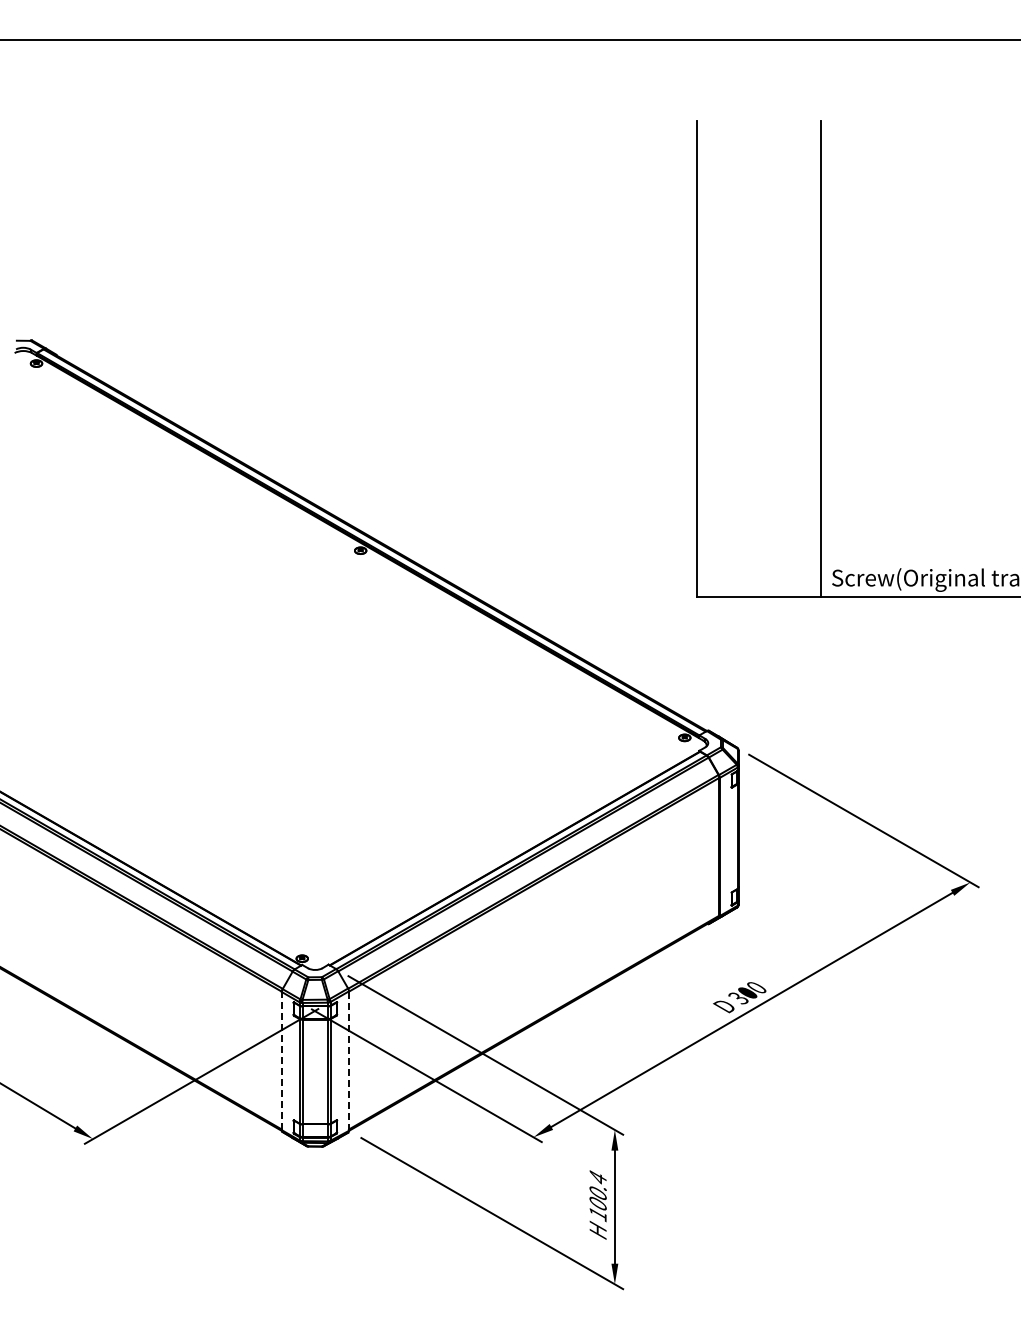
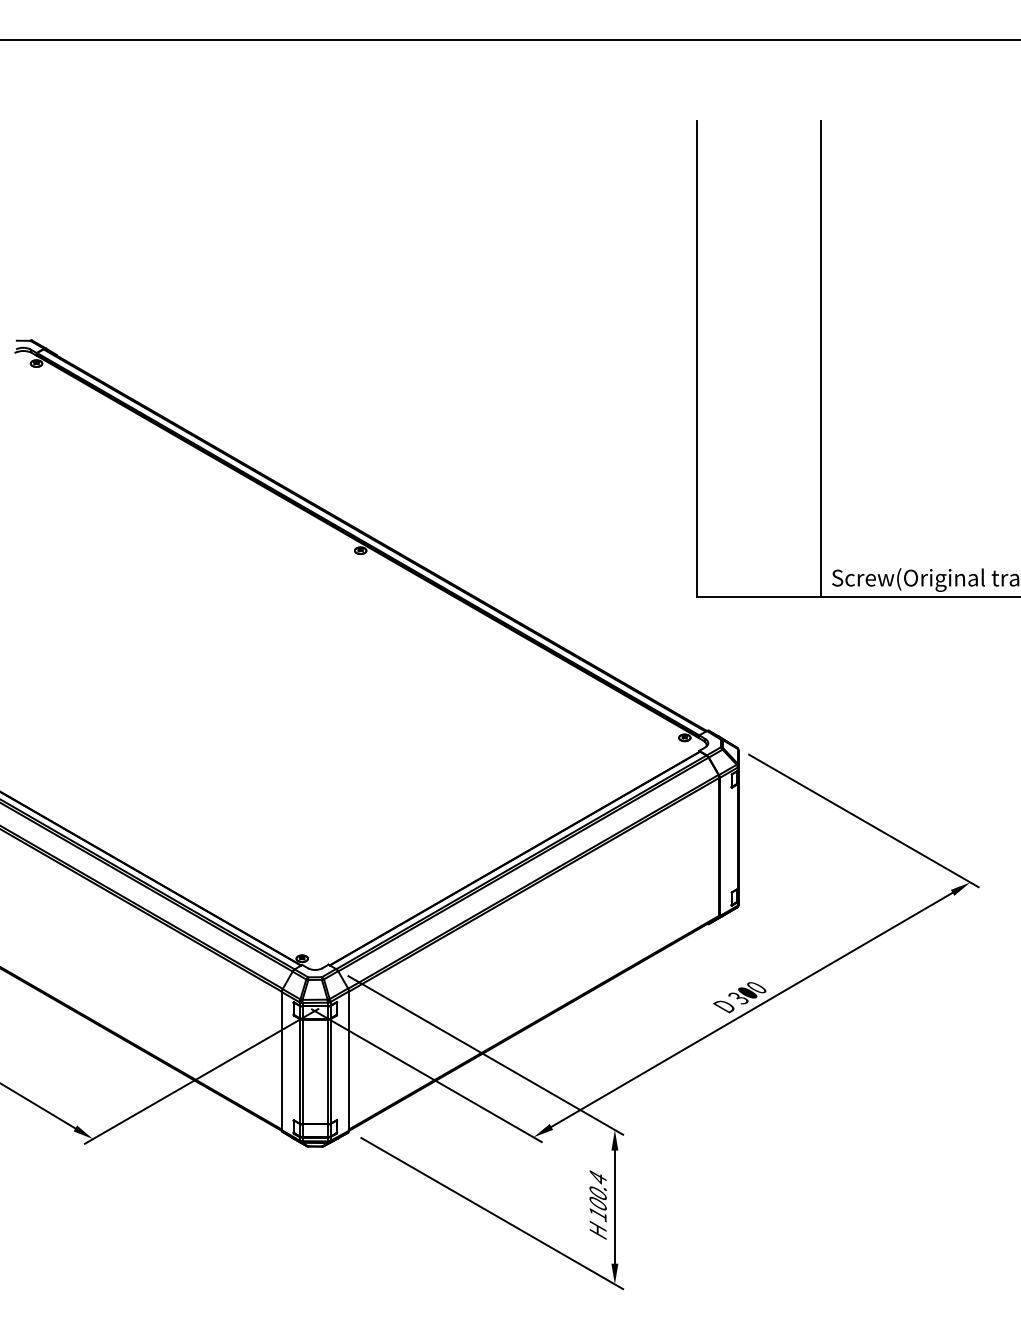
line at (281, 1060): dashed -> solid
line at (348, 1061): dashed -> solid
